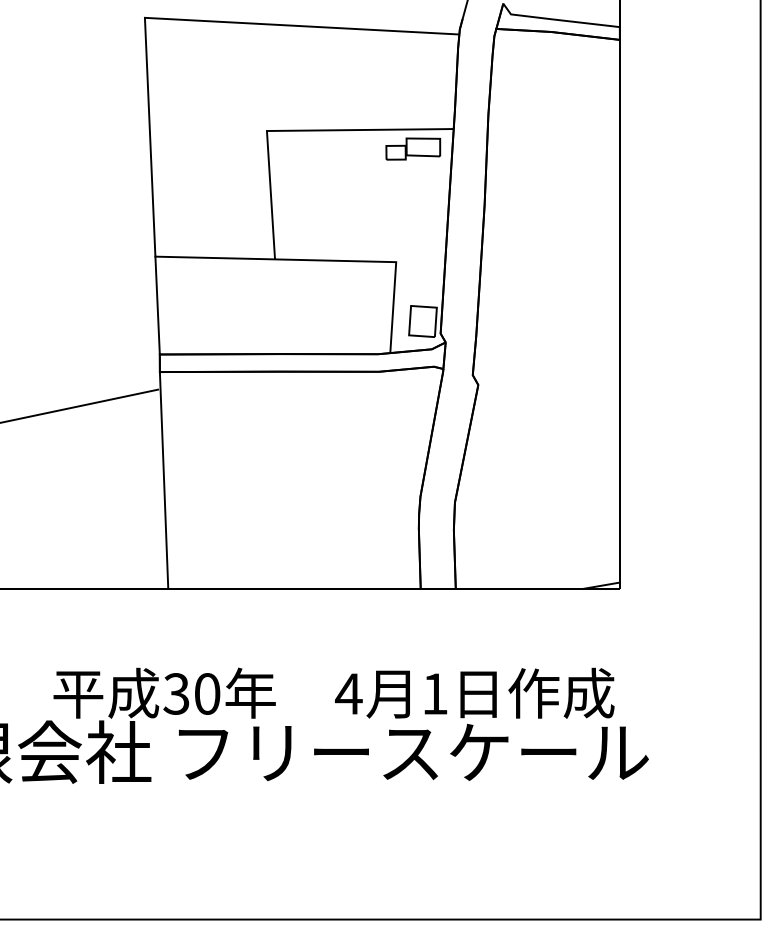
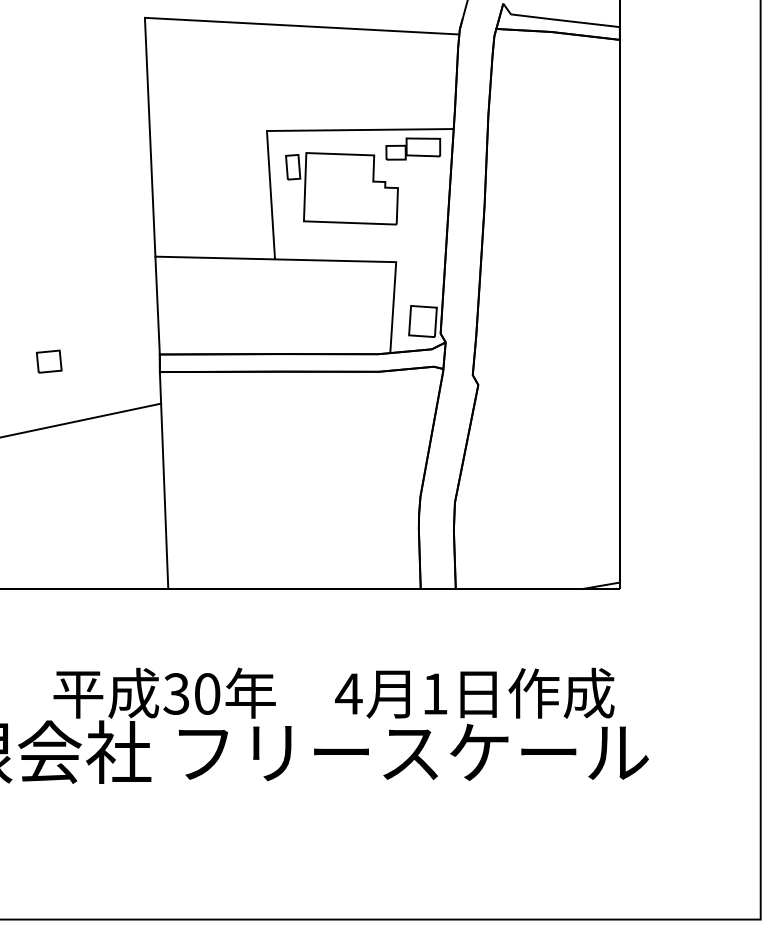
part at (341, 188): none -> present
part at (48, 361): none -> present
line at (80, 405) position: (80, 405) -> (81, 420)
